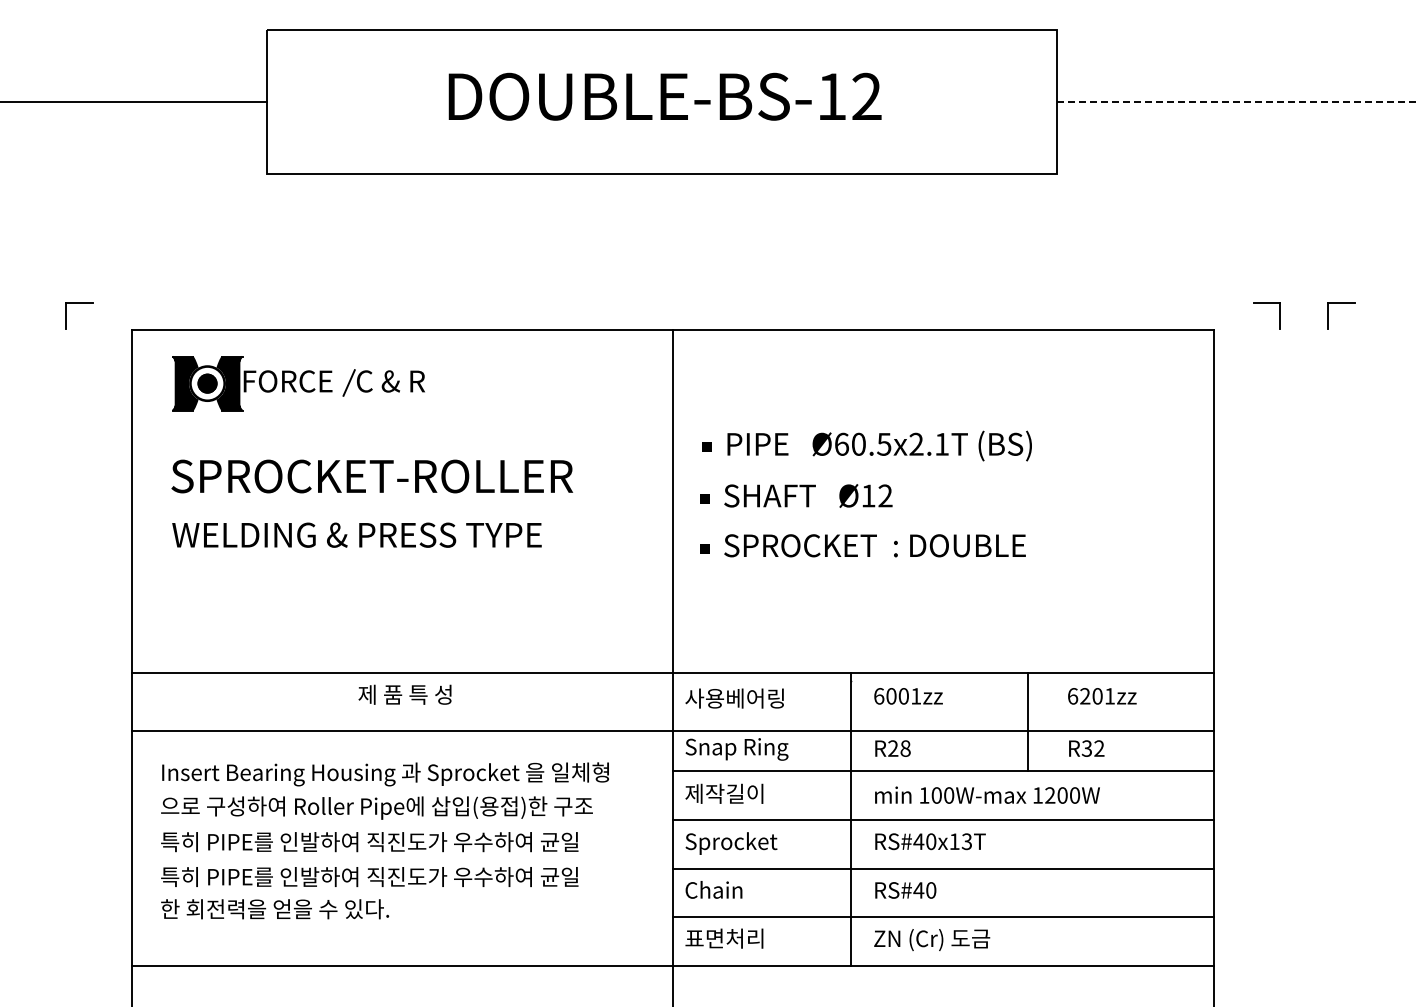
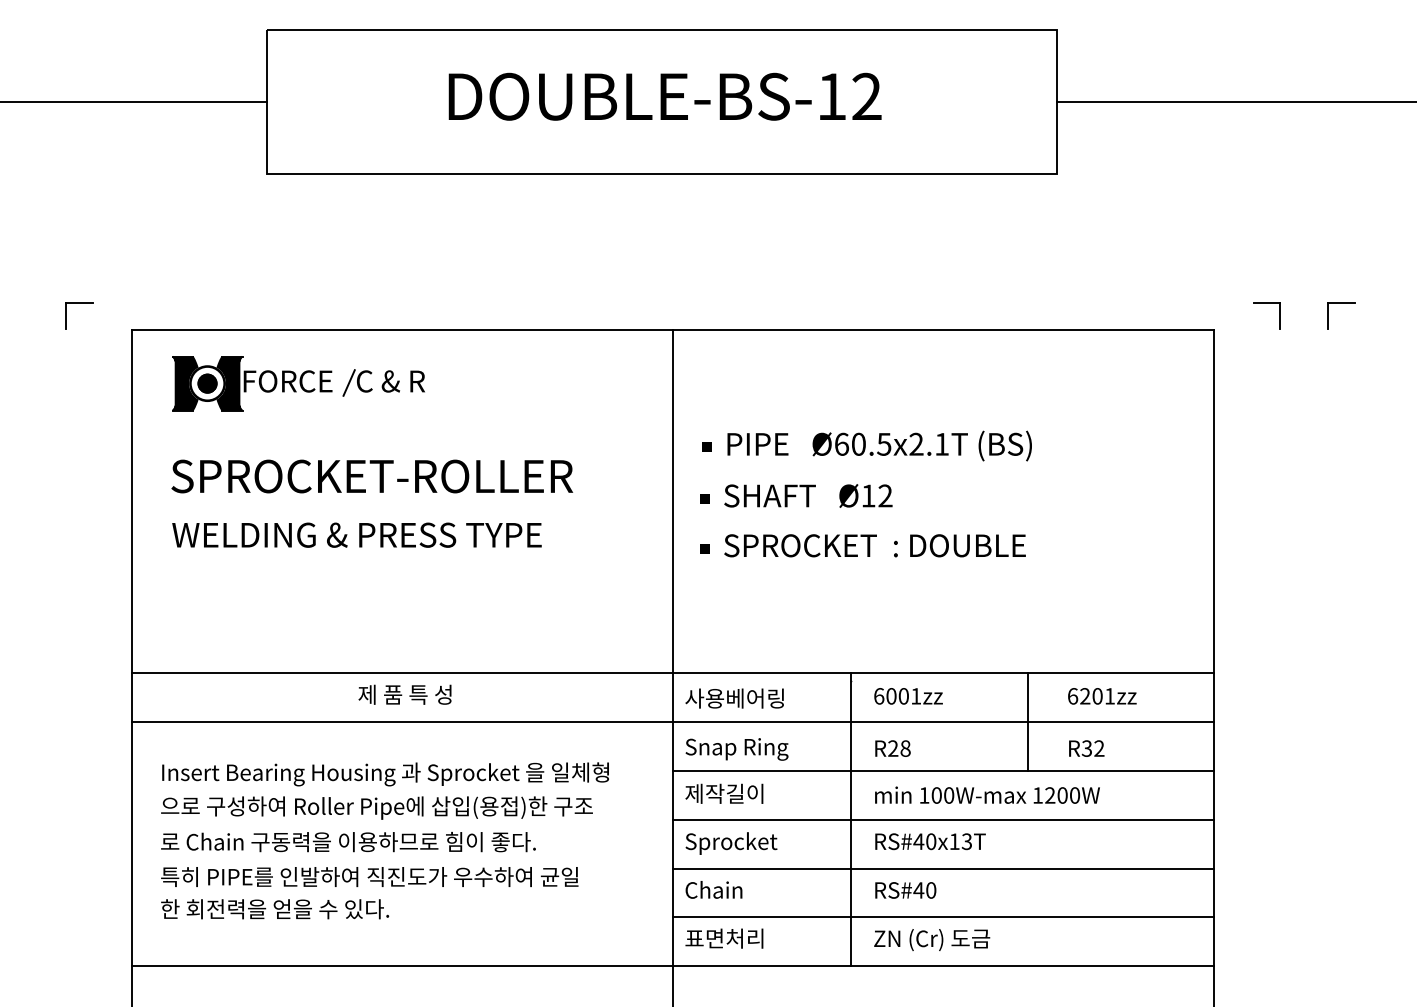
line at (1237, 101): dashed -> solid
line at (673, 731) position: (673, 731) -> (673, 722)
text at (369, 841): 특히 PIPE를 인발하여 직진도가 우수하여 균일 -> 로 Chain 구동력을 이용하므로 힘이 좋다.
